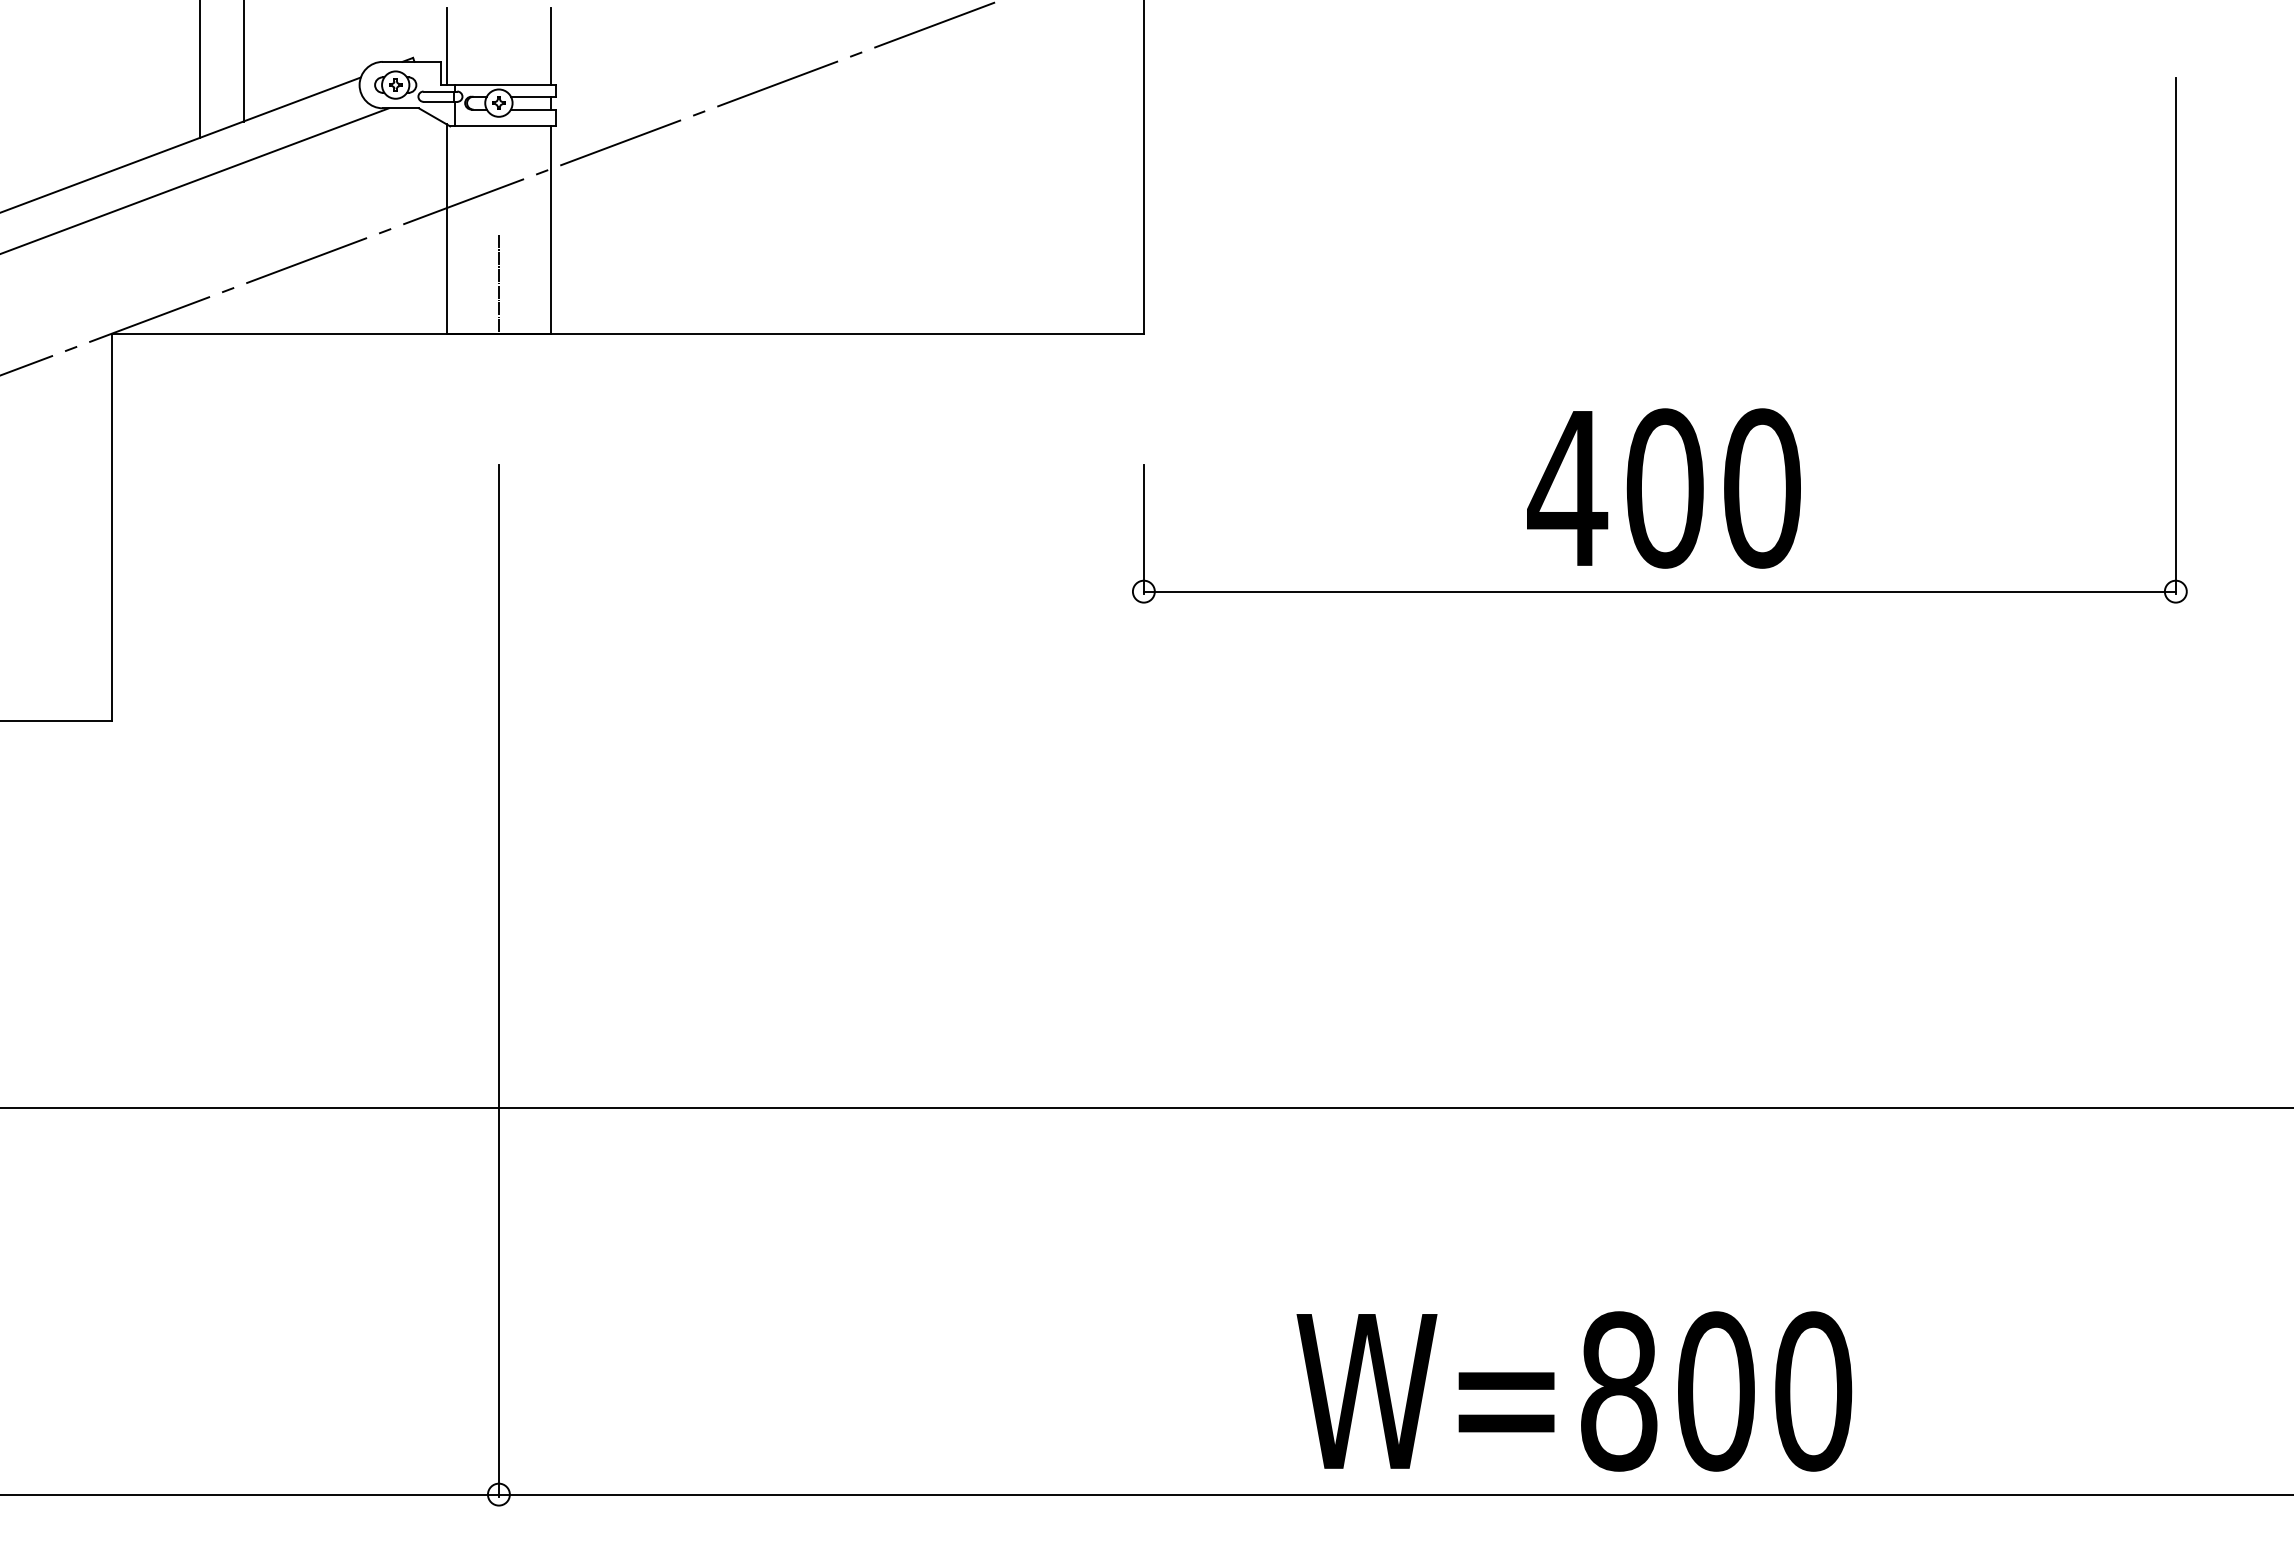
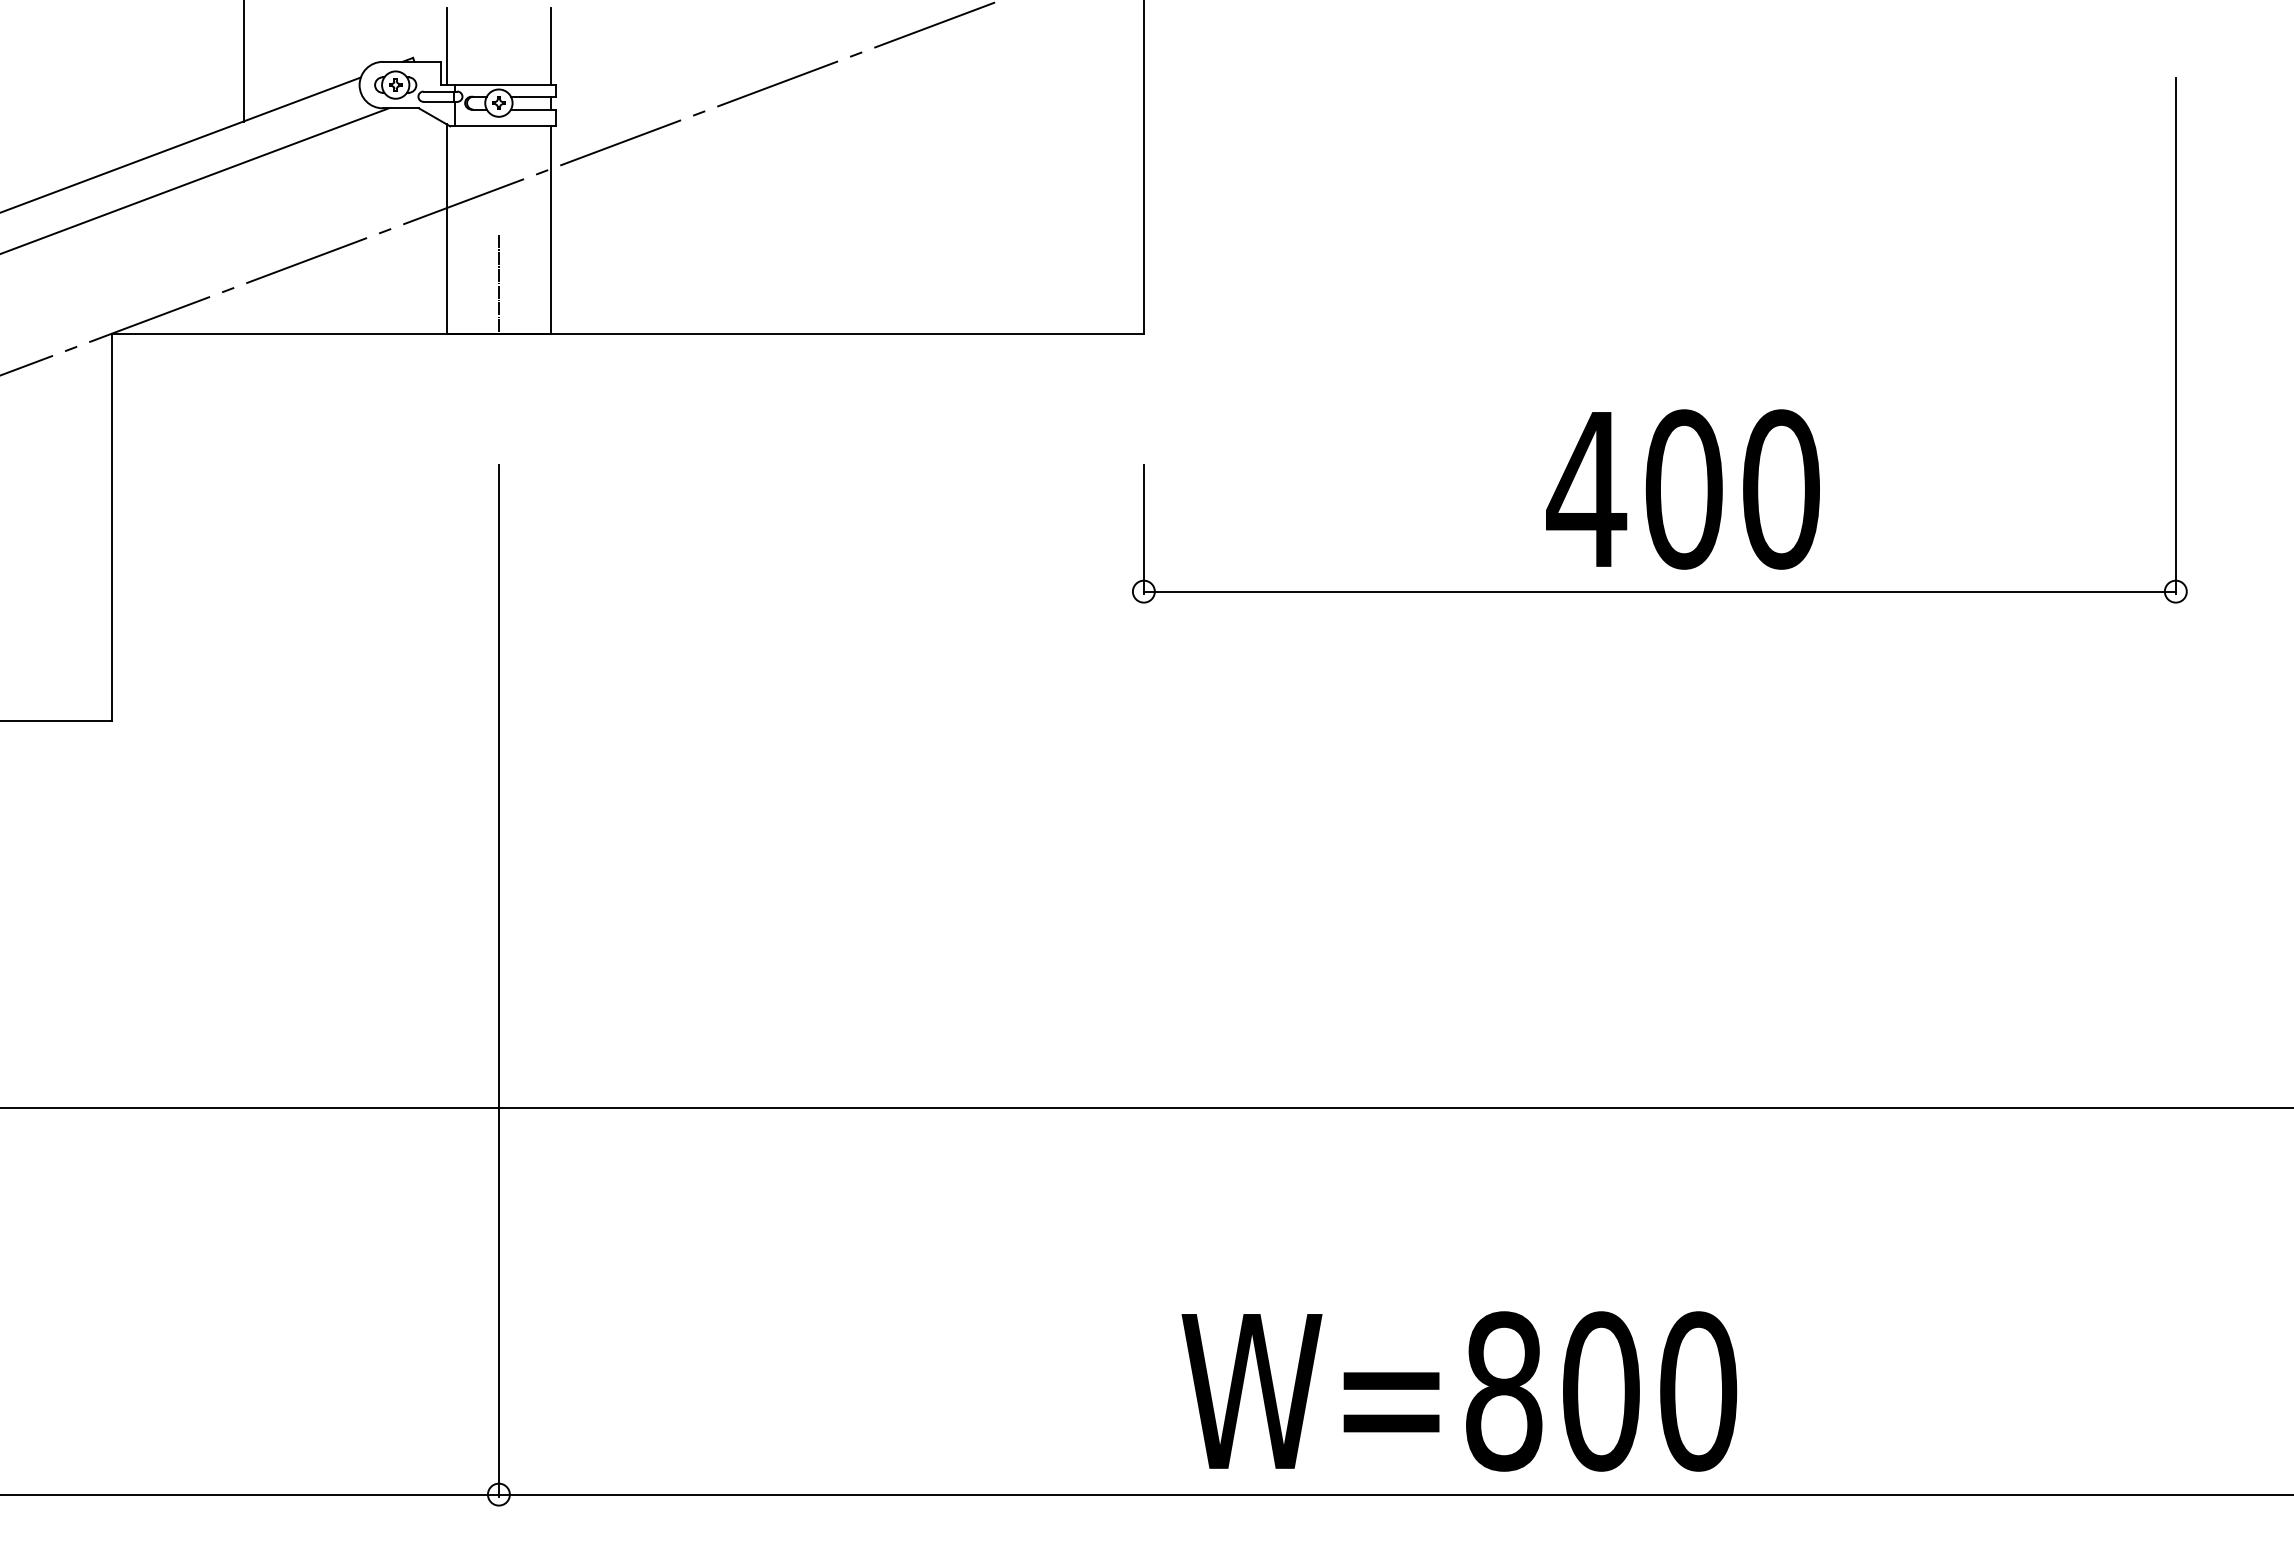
line at (199, 70): present -> none
text at (1663, 488) position: (1663, 488) -> (1682, 489)
text at (1574, 1391) position: (1574, 1391) -> (1459, 1391)
